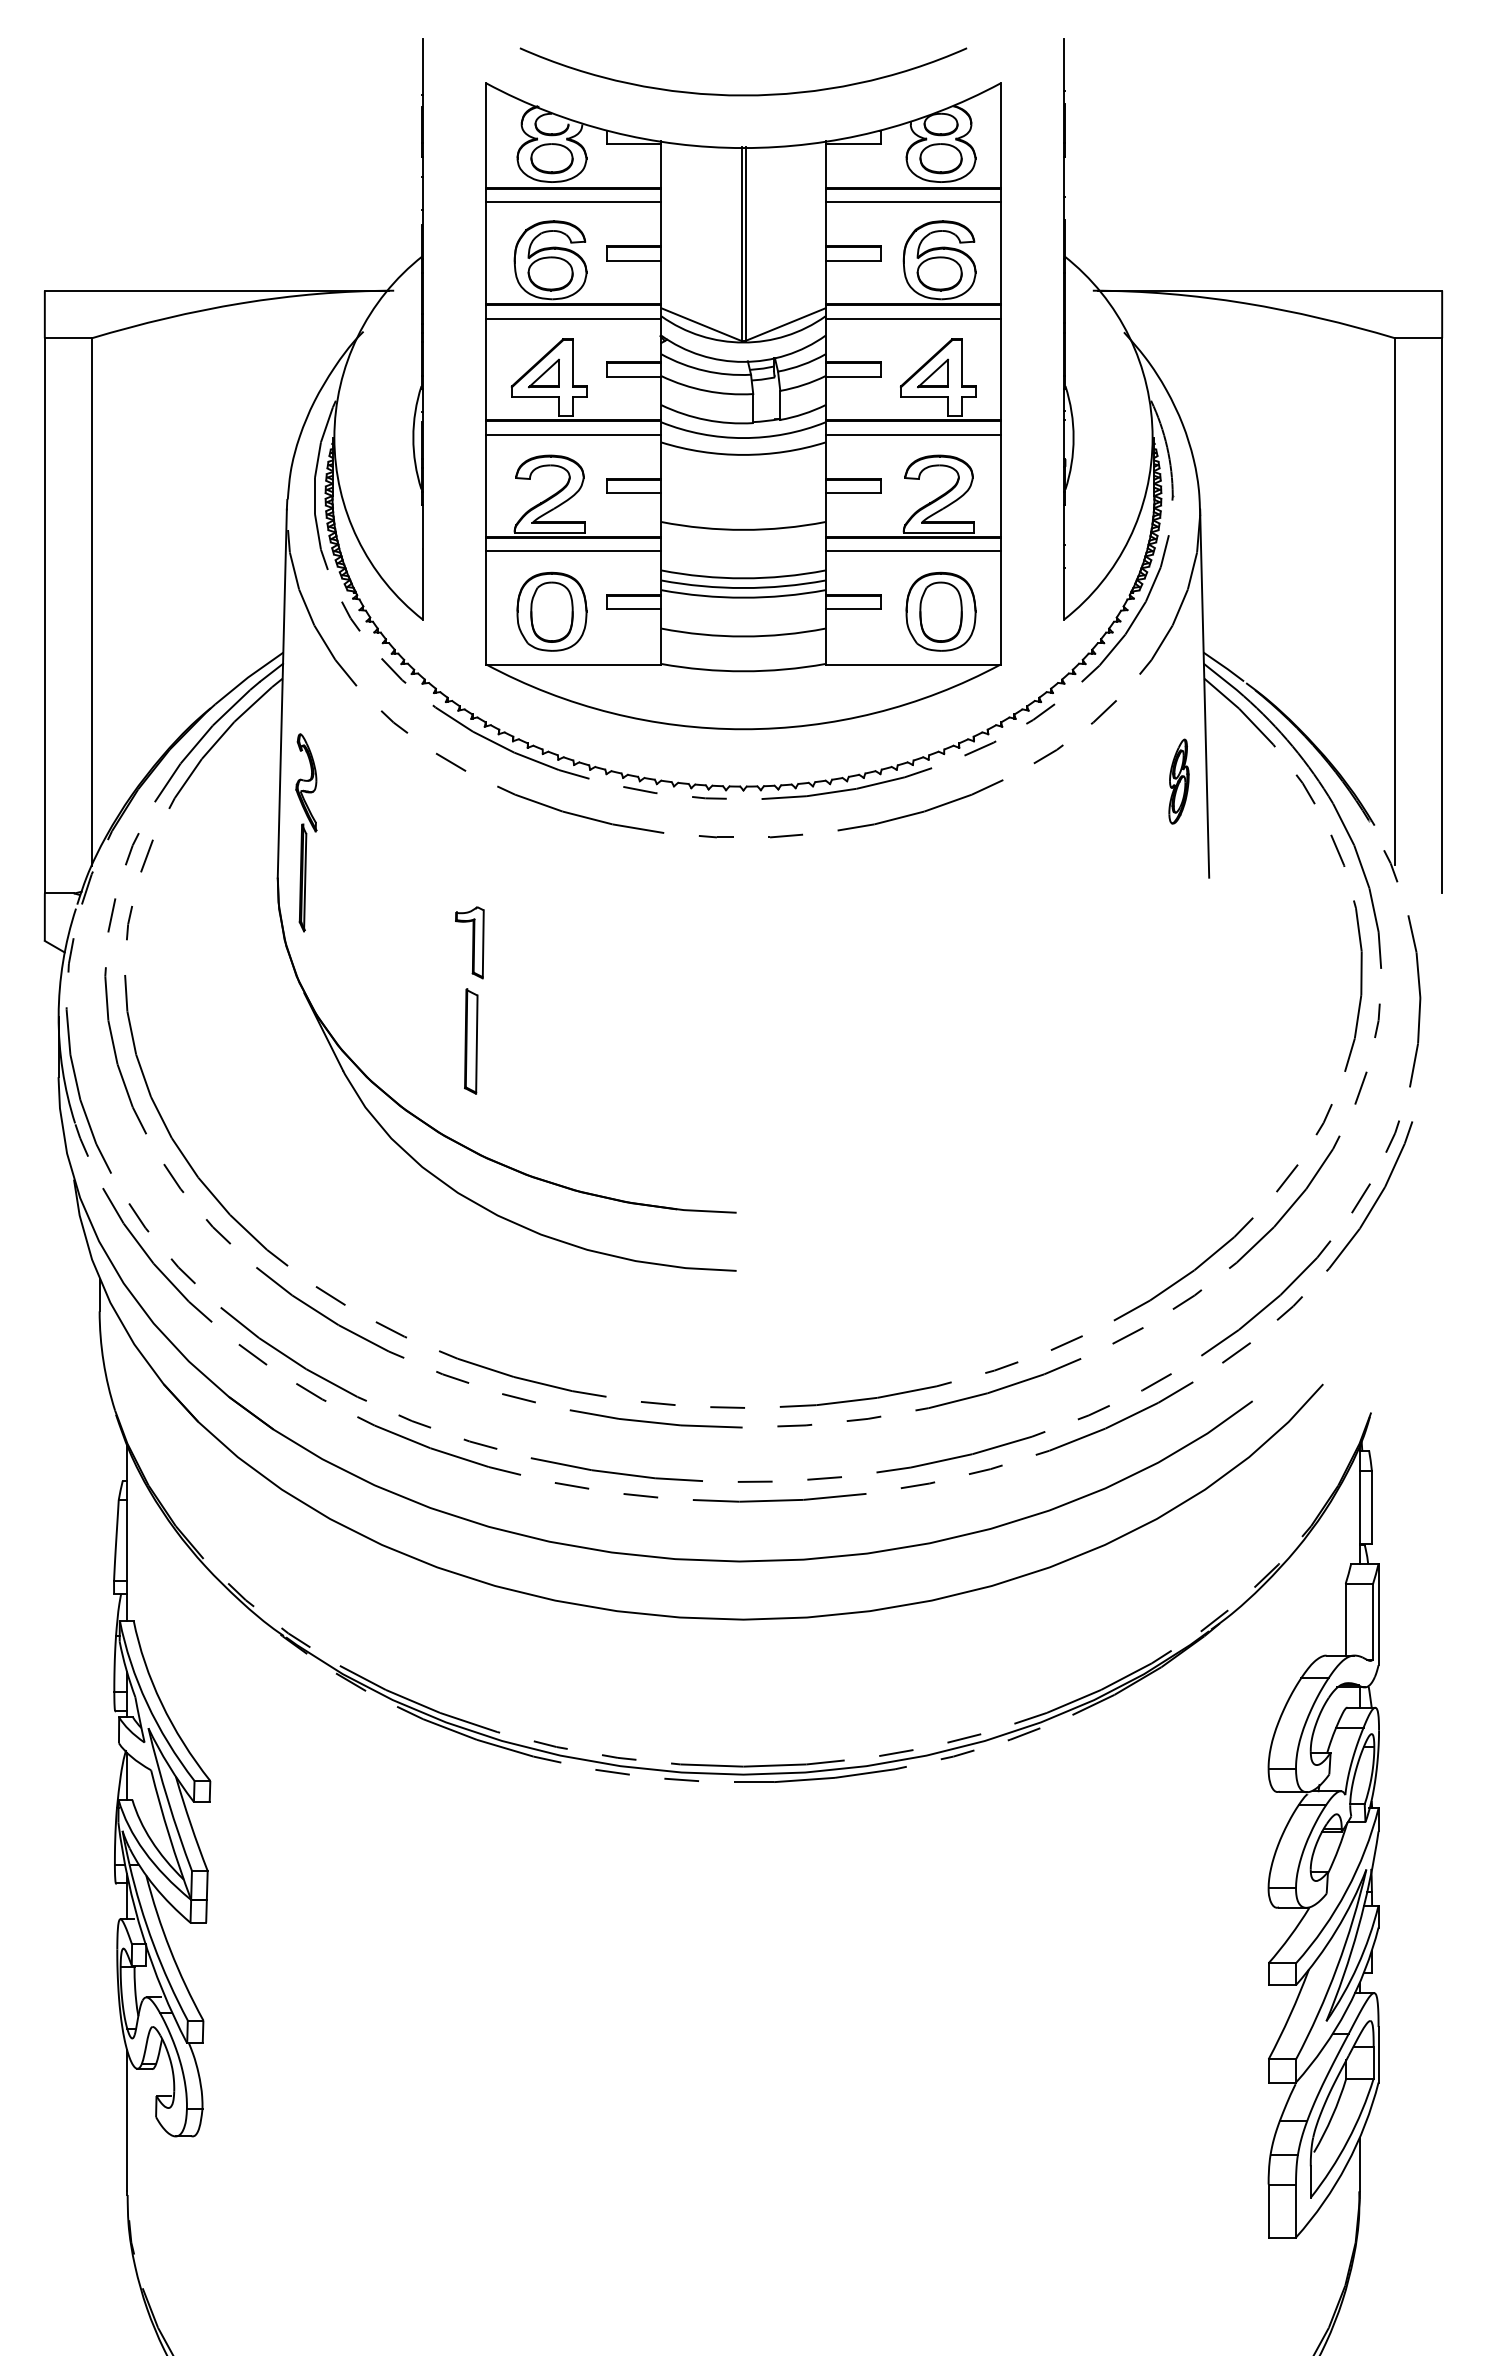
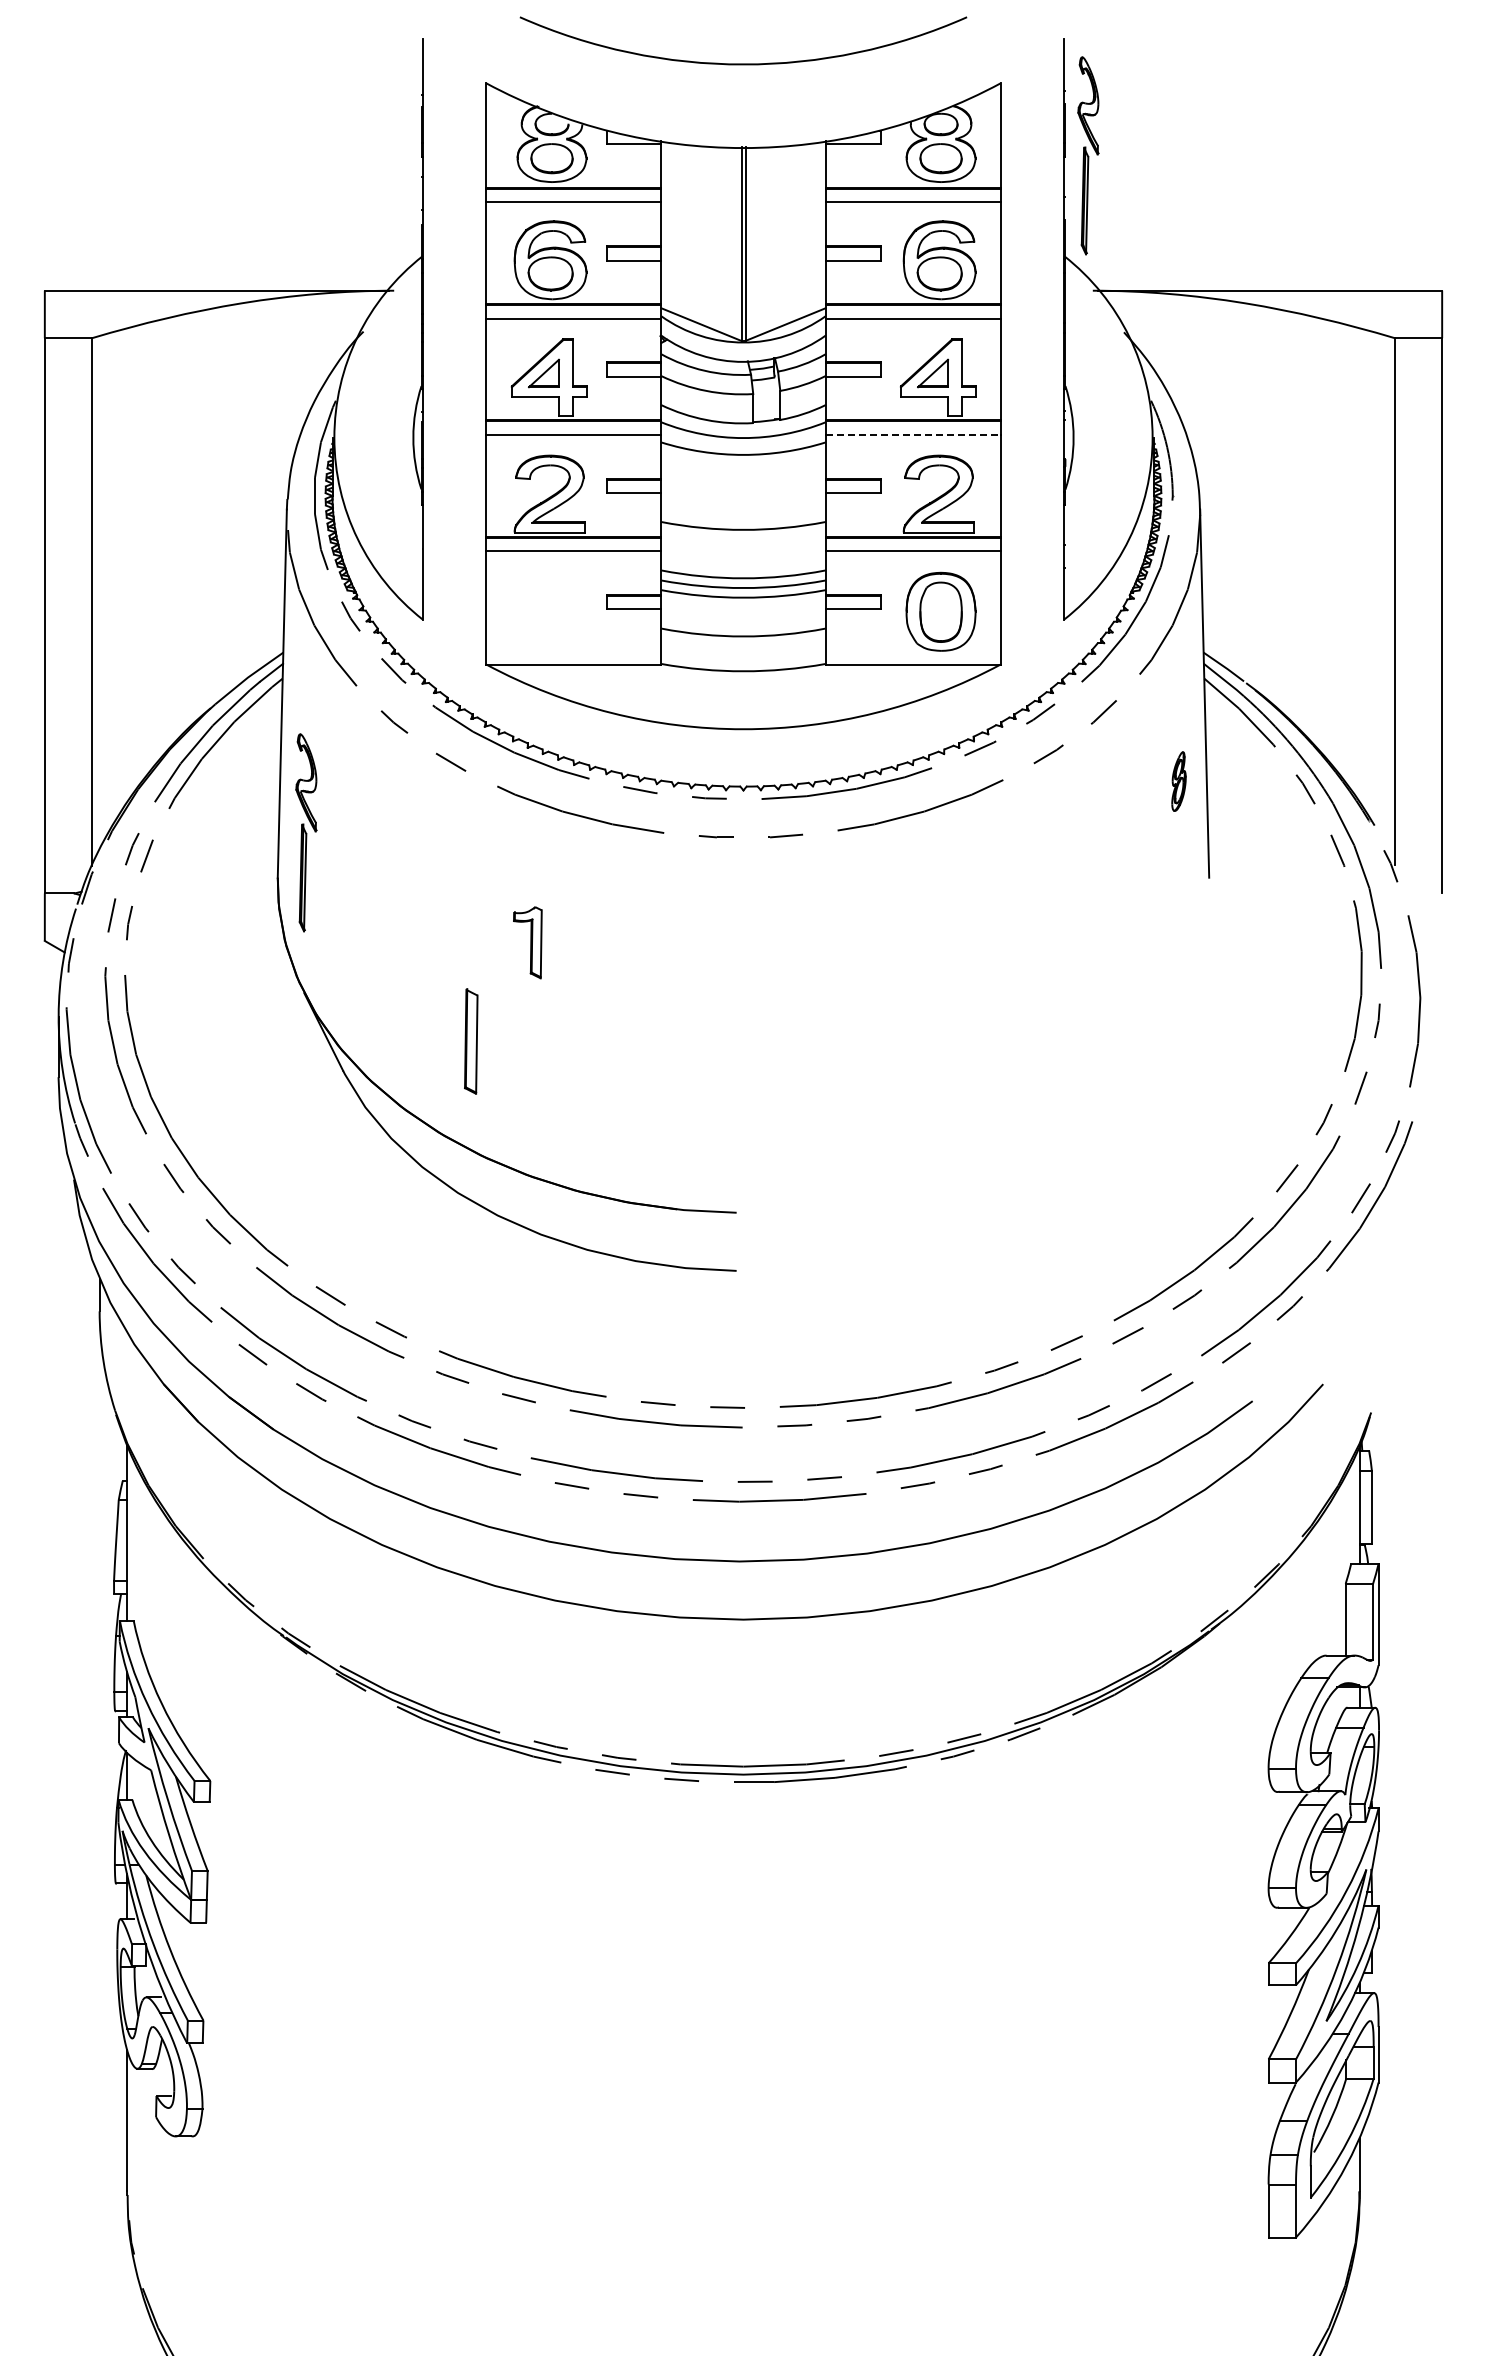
arc at (743, 94) position: (743, 94) -> (743, 63)
part at (1088, 155): none -> present
line at (913, 434): solid -> dashed
part at (551, 611): present -> none
part at (1178, 781) size: 22x87 px -> 16x61 px
part at (469, 942) position: (469, 942) -> (527, 942)
